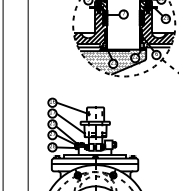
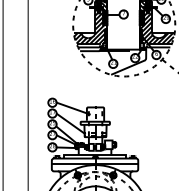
hatch at (114, 61): present -> none
